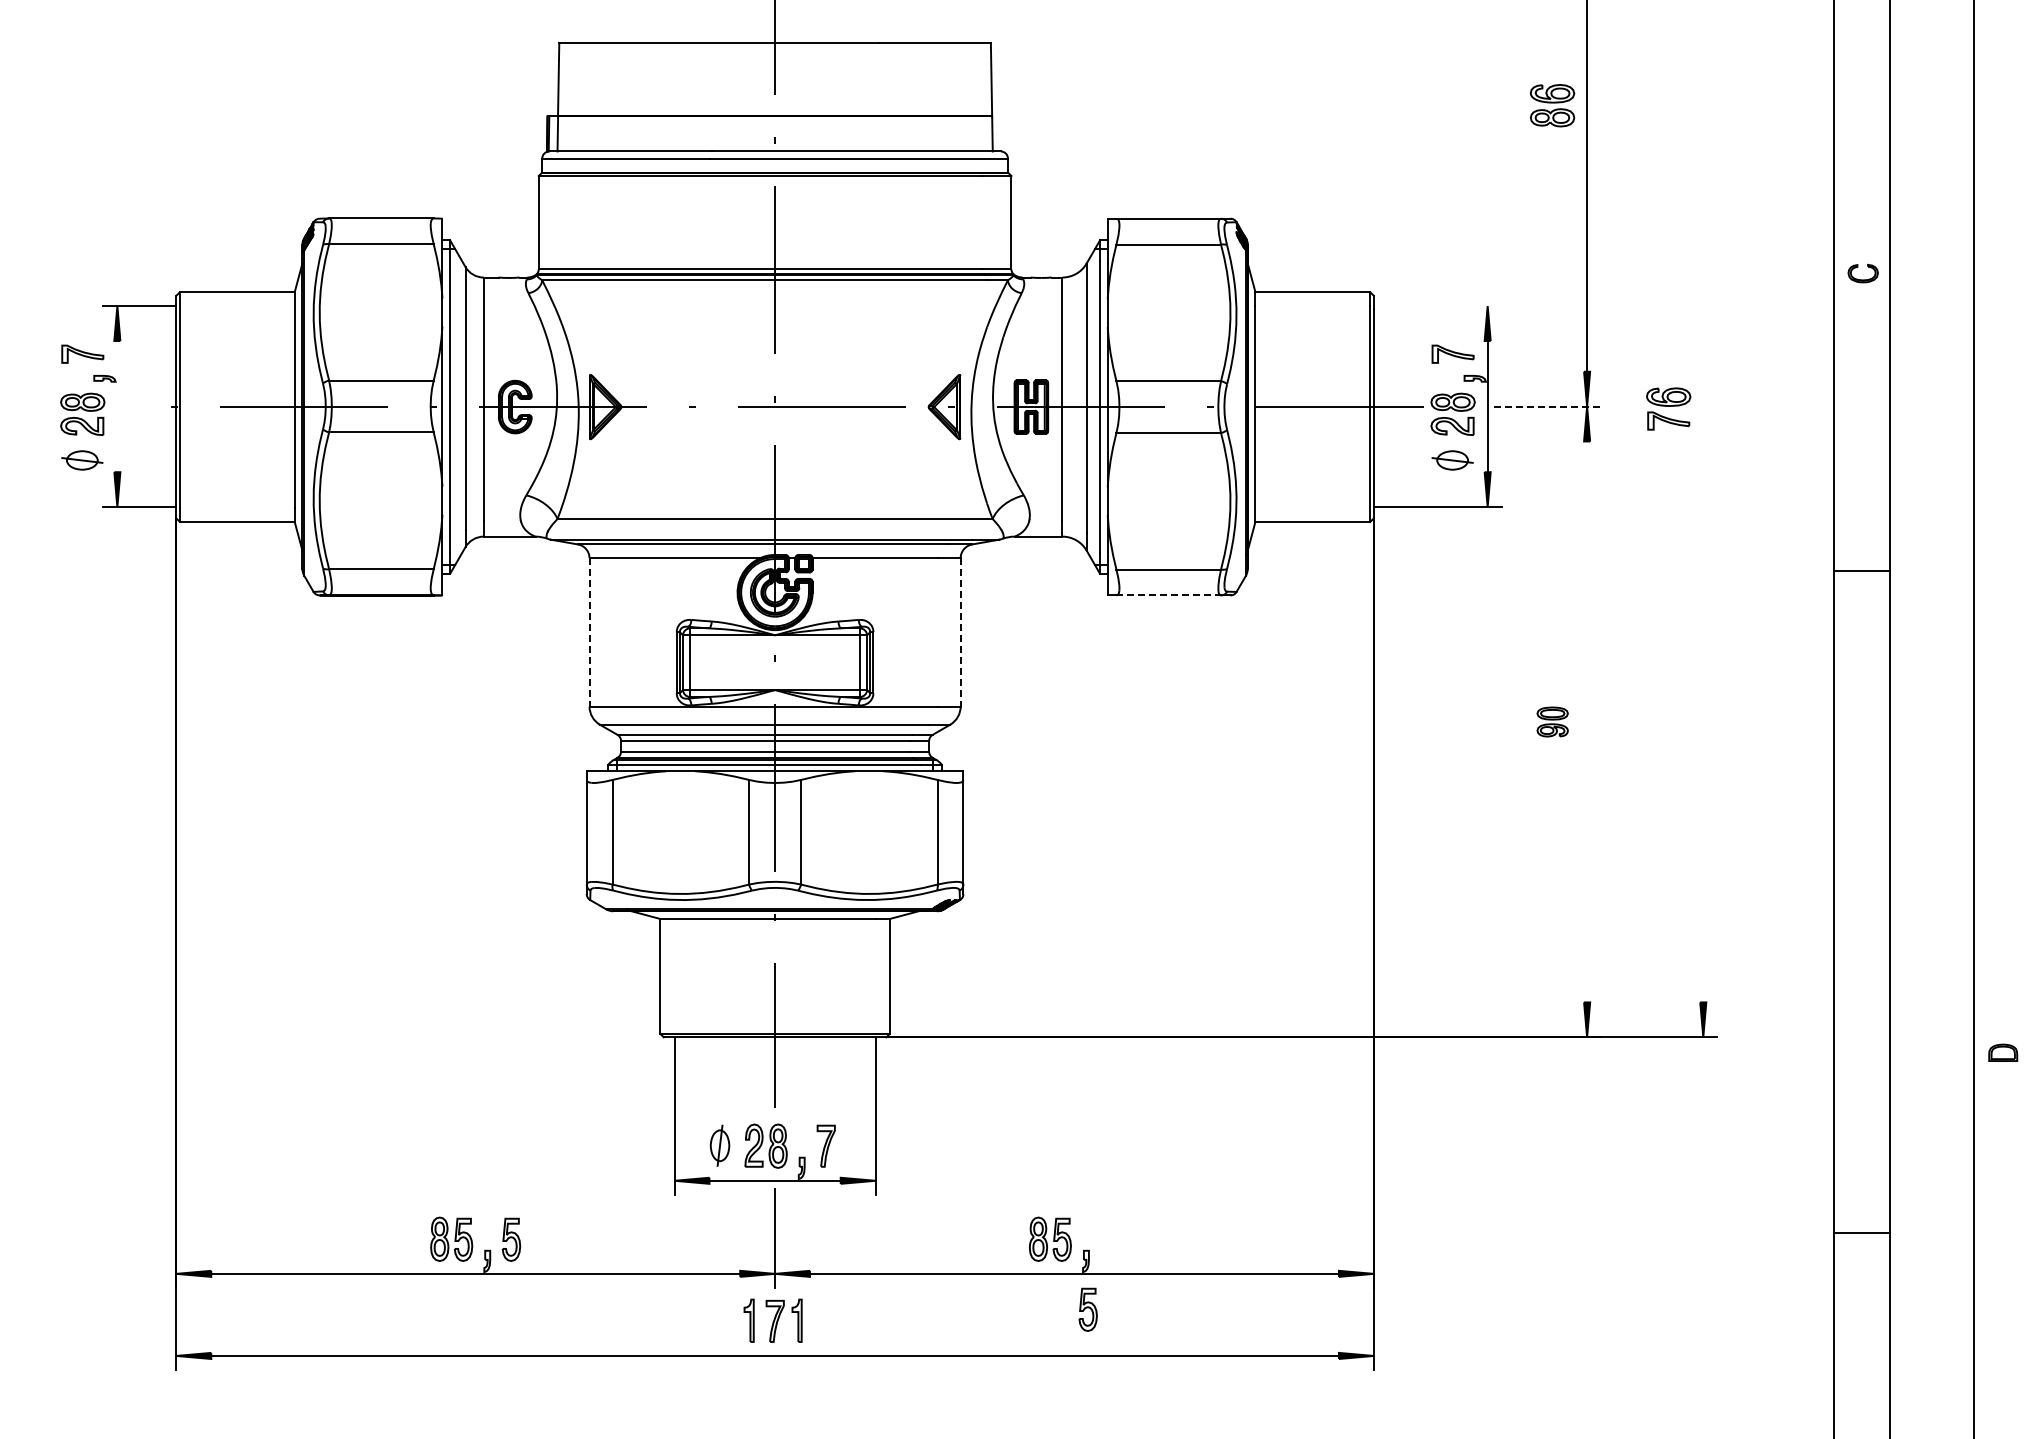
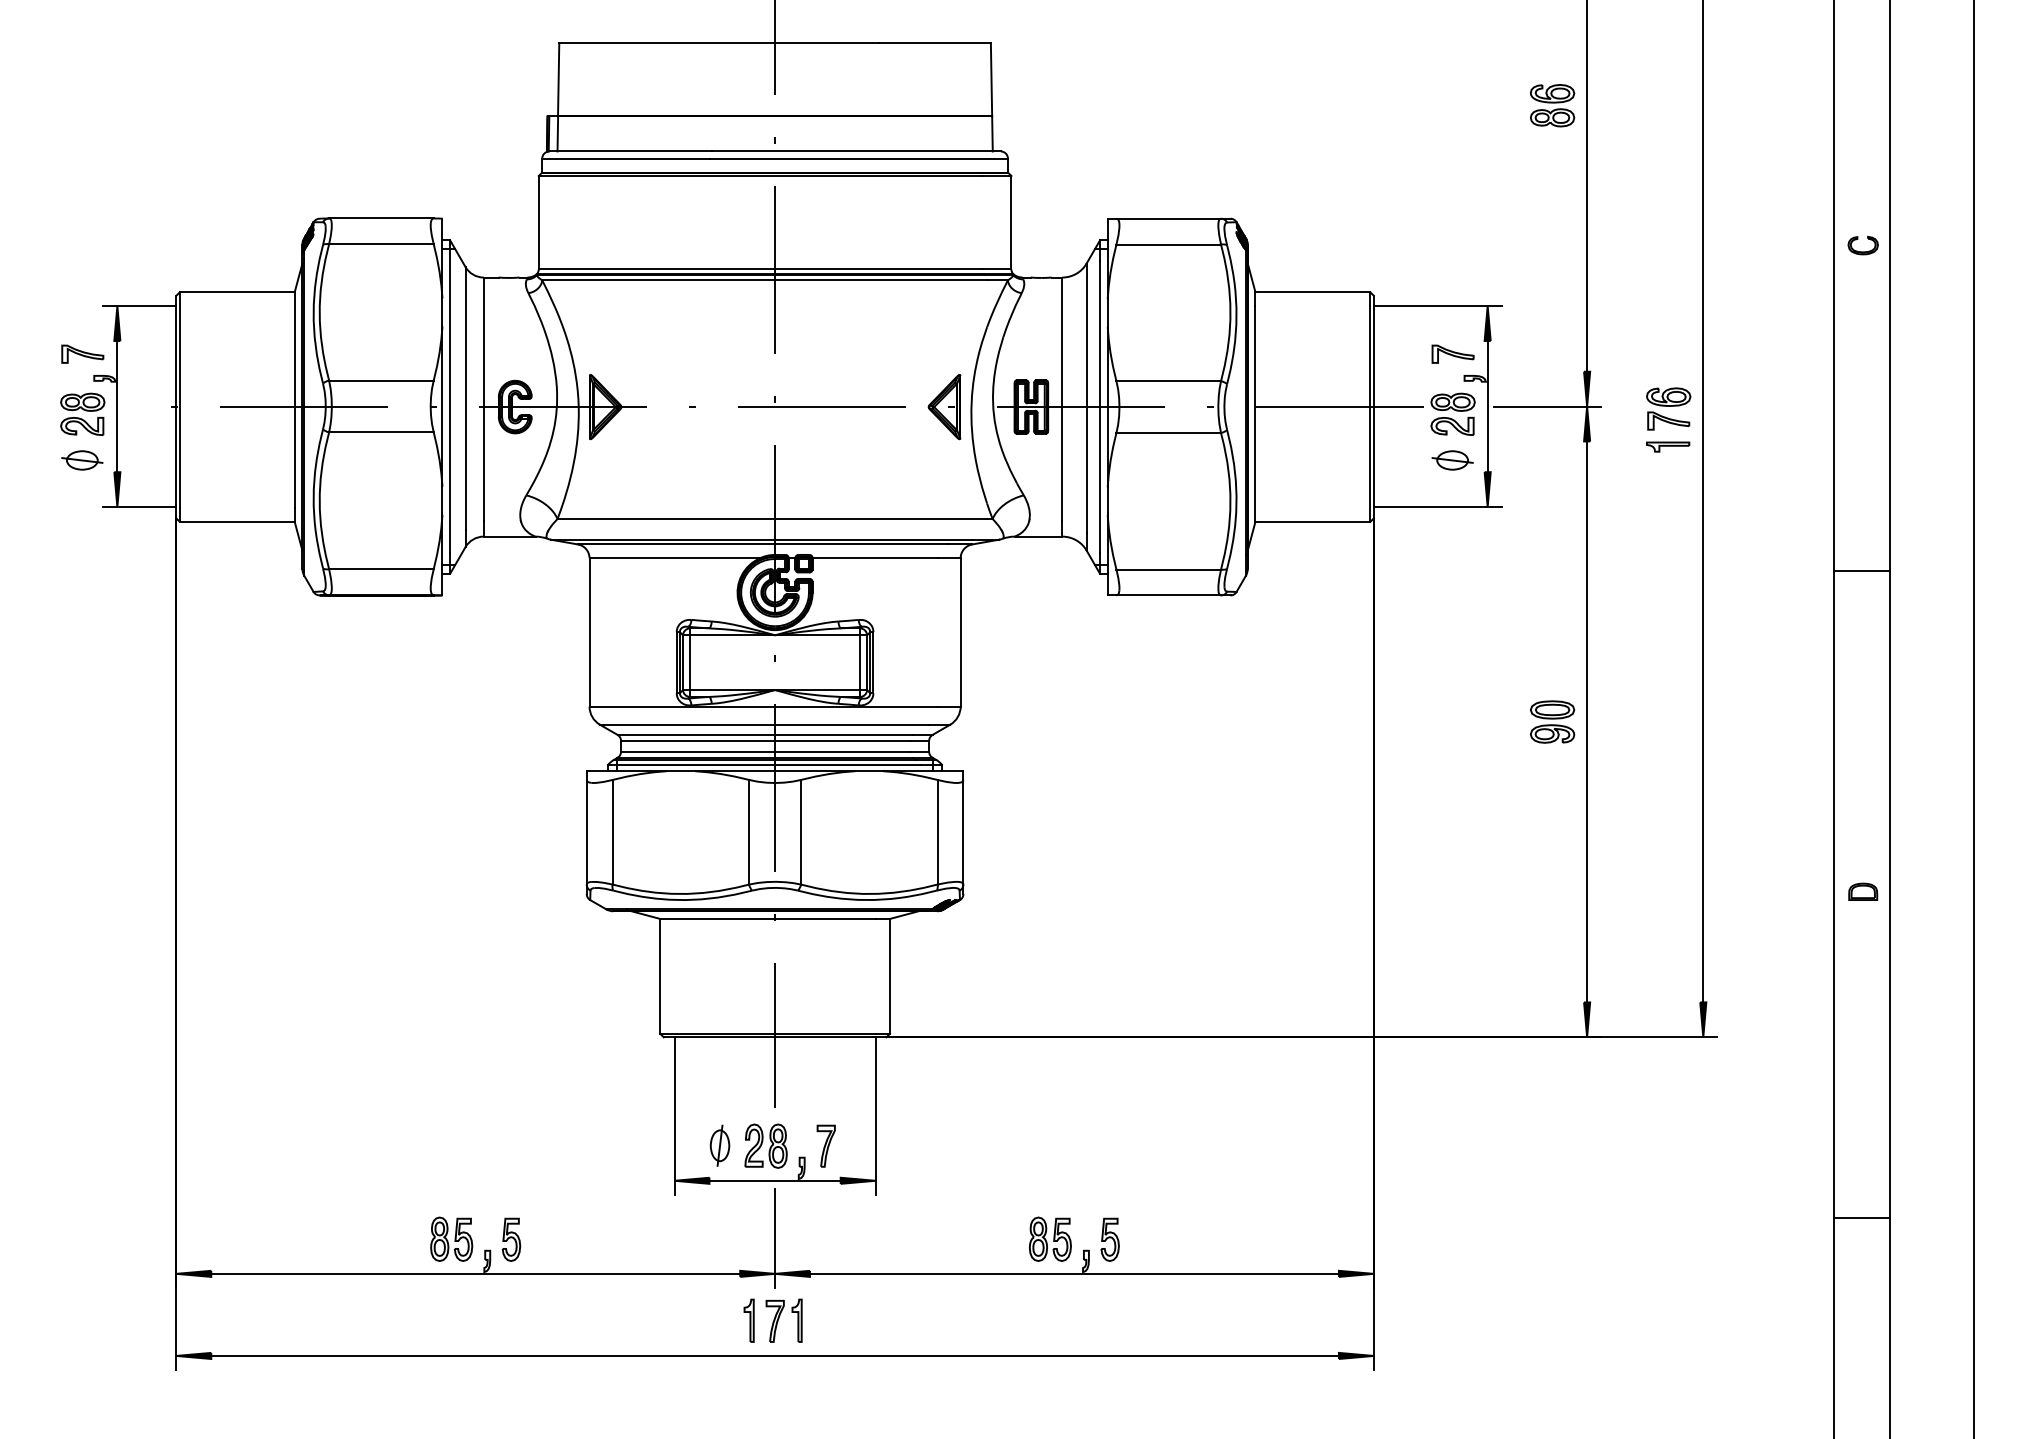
part at (1862, 273) position: (1862, 273) -> (1862, 245)
line at (1437, 306): none -> present
line at (117, 406): none -> present
line at (1548, 406): dashed -> solid
part at (1668, 446): none -> present
line at (1703, 502): none -> present
line at (1169, 595): dashed -> solid
line at (589, 632): dashed -> solid
line at (960, 632): dashed -> solid
part at (1552, 721) size: 33x32 px -> 46x44 px
line at (1587, 721): none -> present
part at (2003, 1052) position: (2003, 1052) -> (1863, 891)
line at (1861, 1232) position: (1861, 1232) -> (1861, 1217)
part at (1087, 1309) position: (1087, 1309) -> (1109, 1239)
